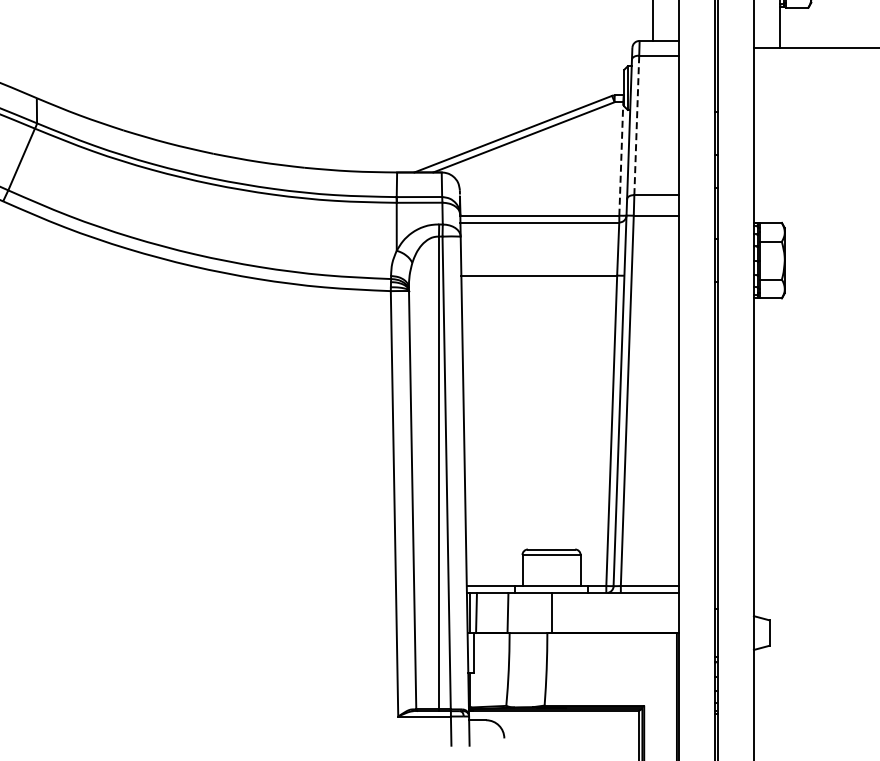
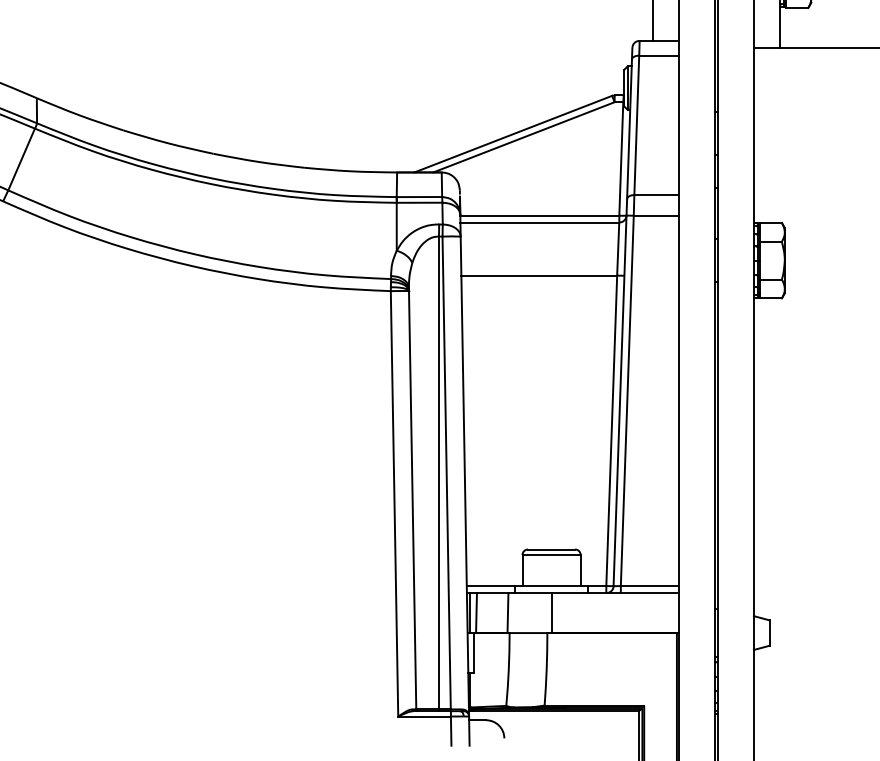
line at (636, 125): dashed -> solid
line at (621, 158): dashed -> solid
